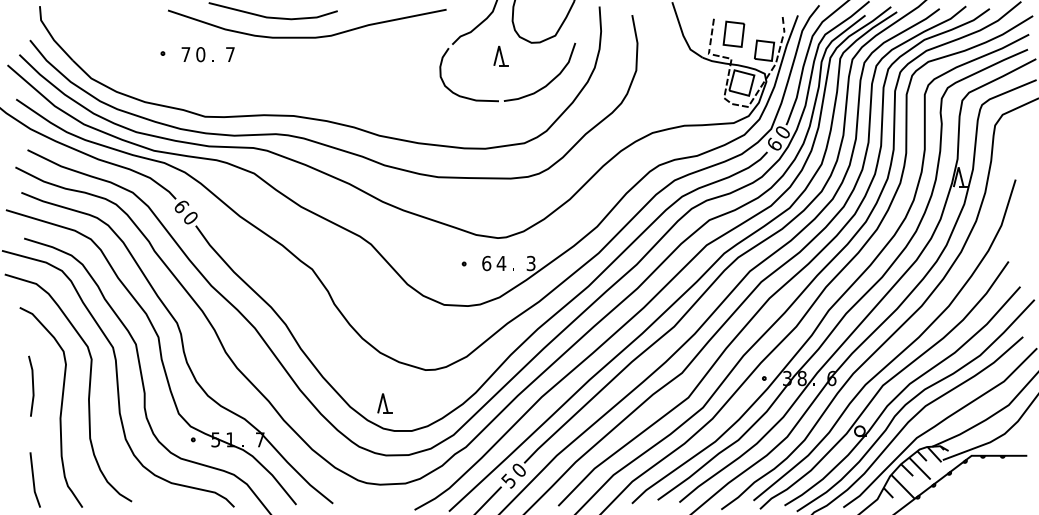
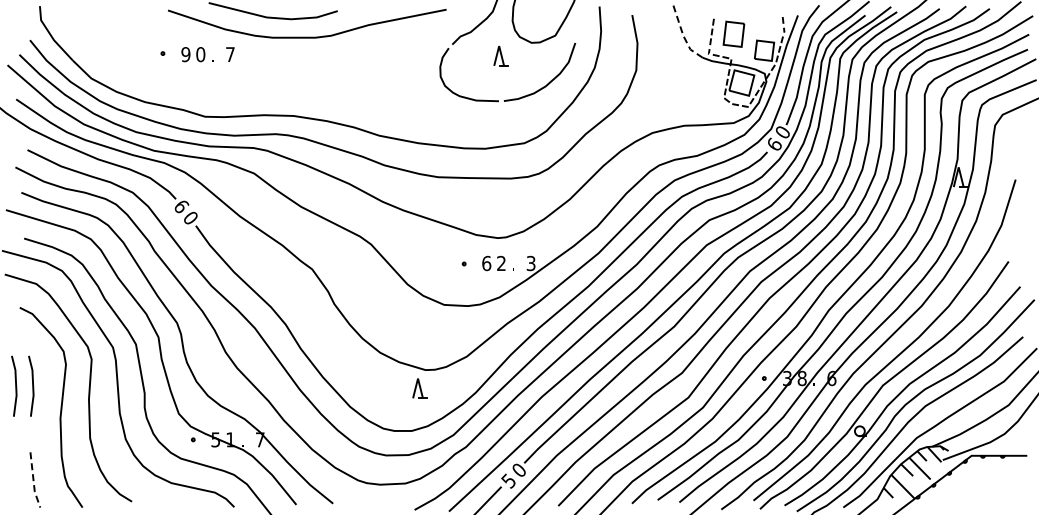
line at (682, 33): solid -> dashed
text at (185, 54): 7 -> 9
text at (501, 262): 4 -> 2
line at (15, 385): none -> present
part at (384, 403) position: (384, 403) -> (419, 388)
line at (33, 480): solid -> dashed
